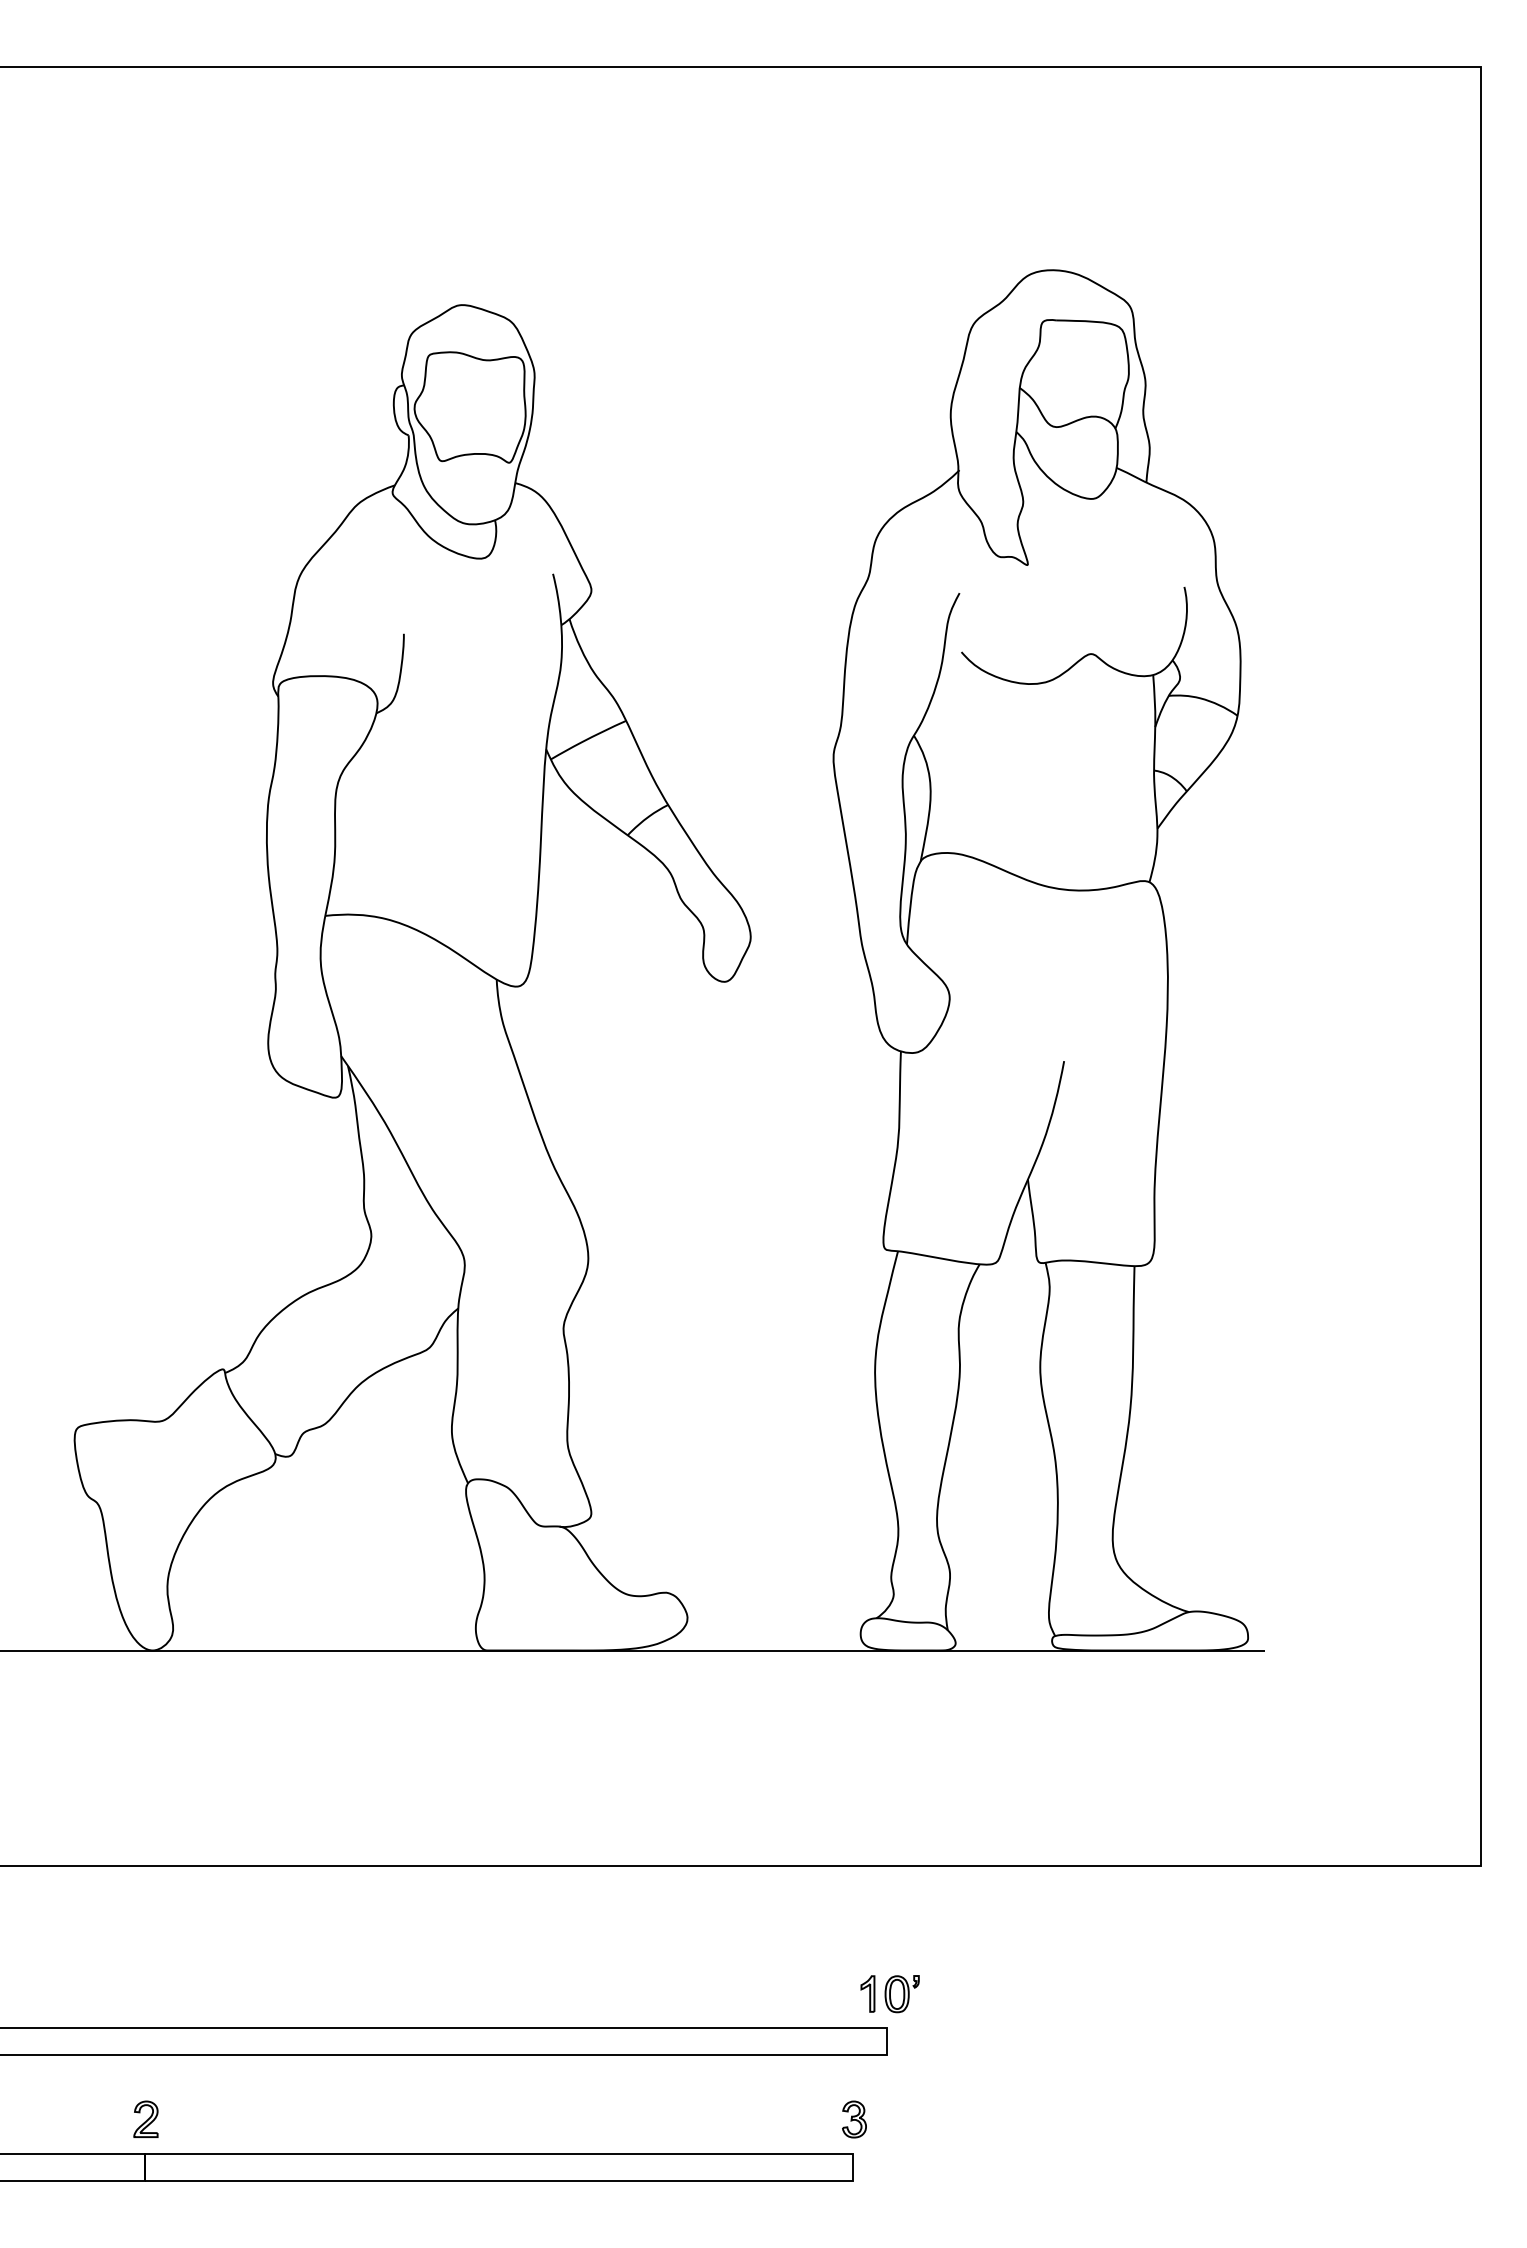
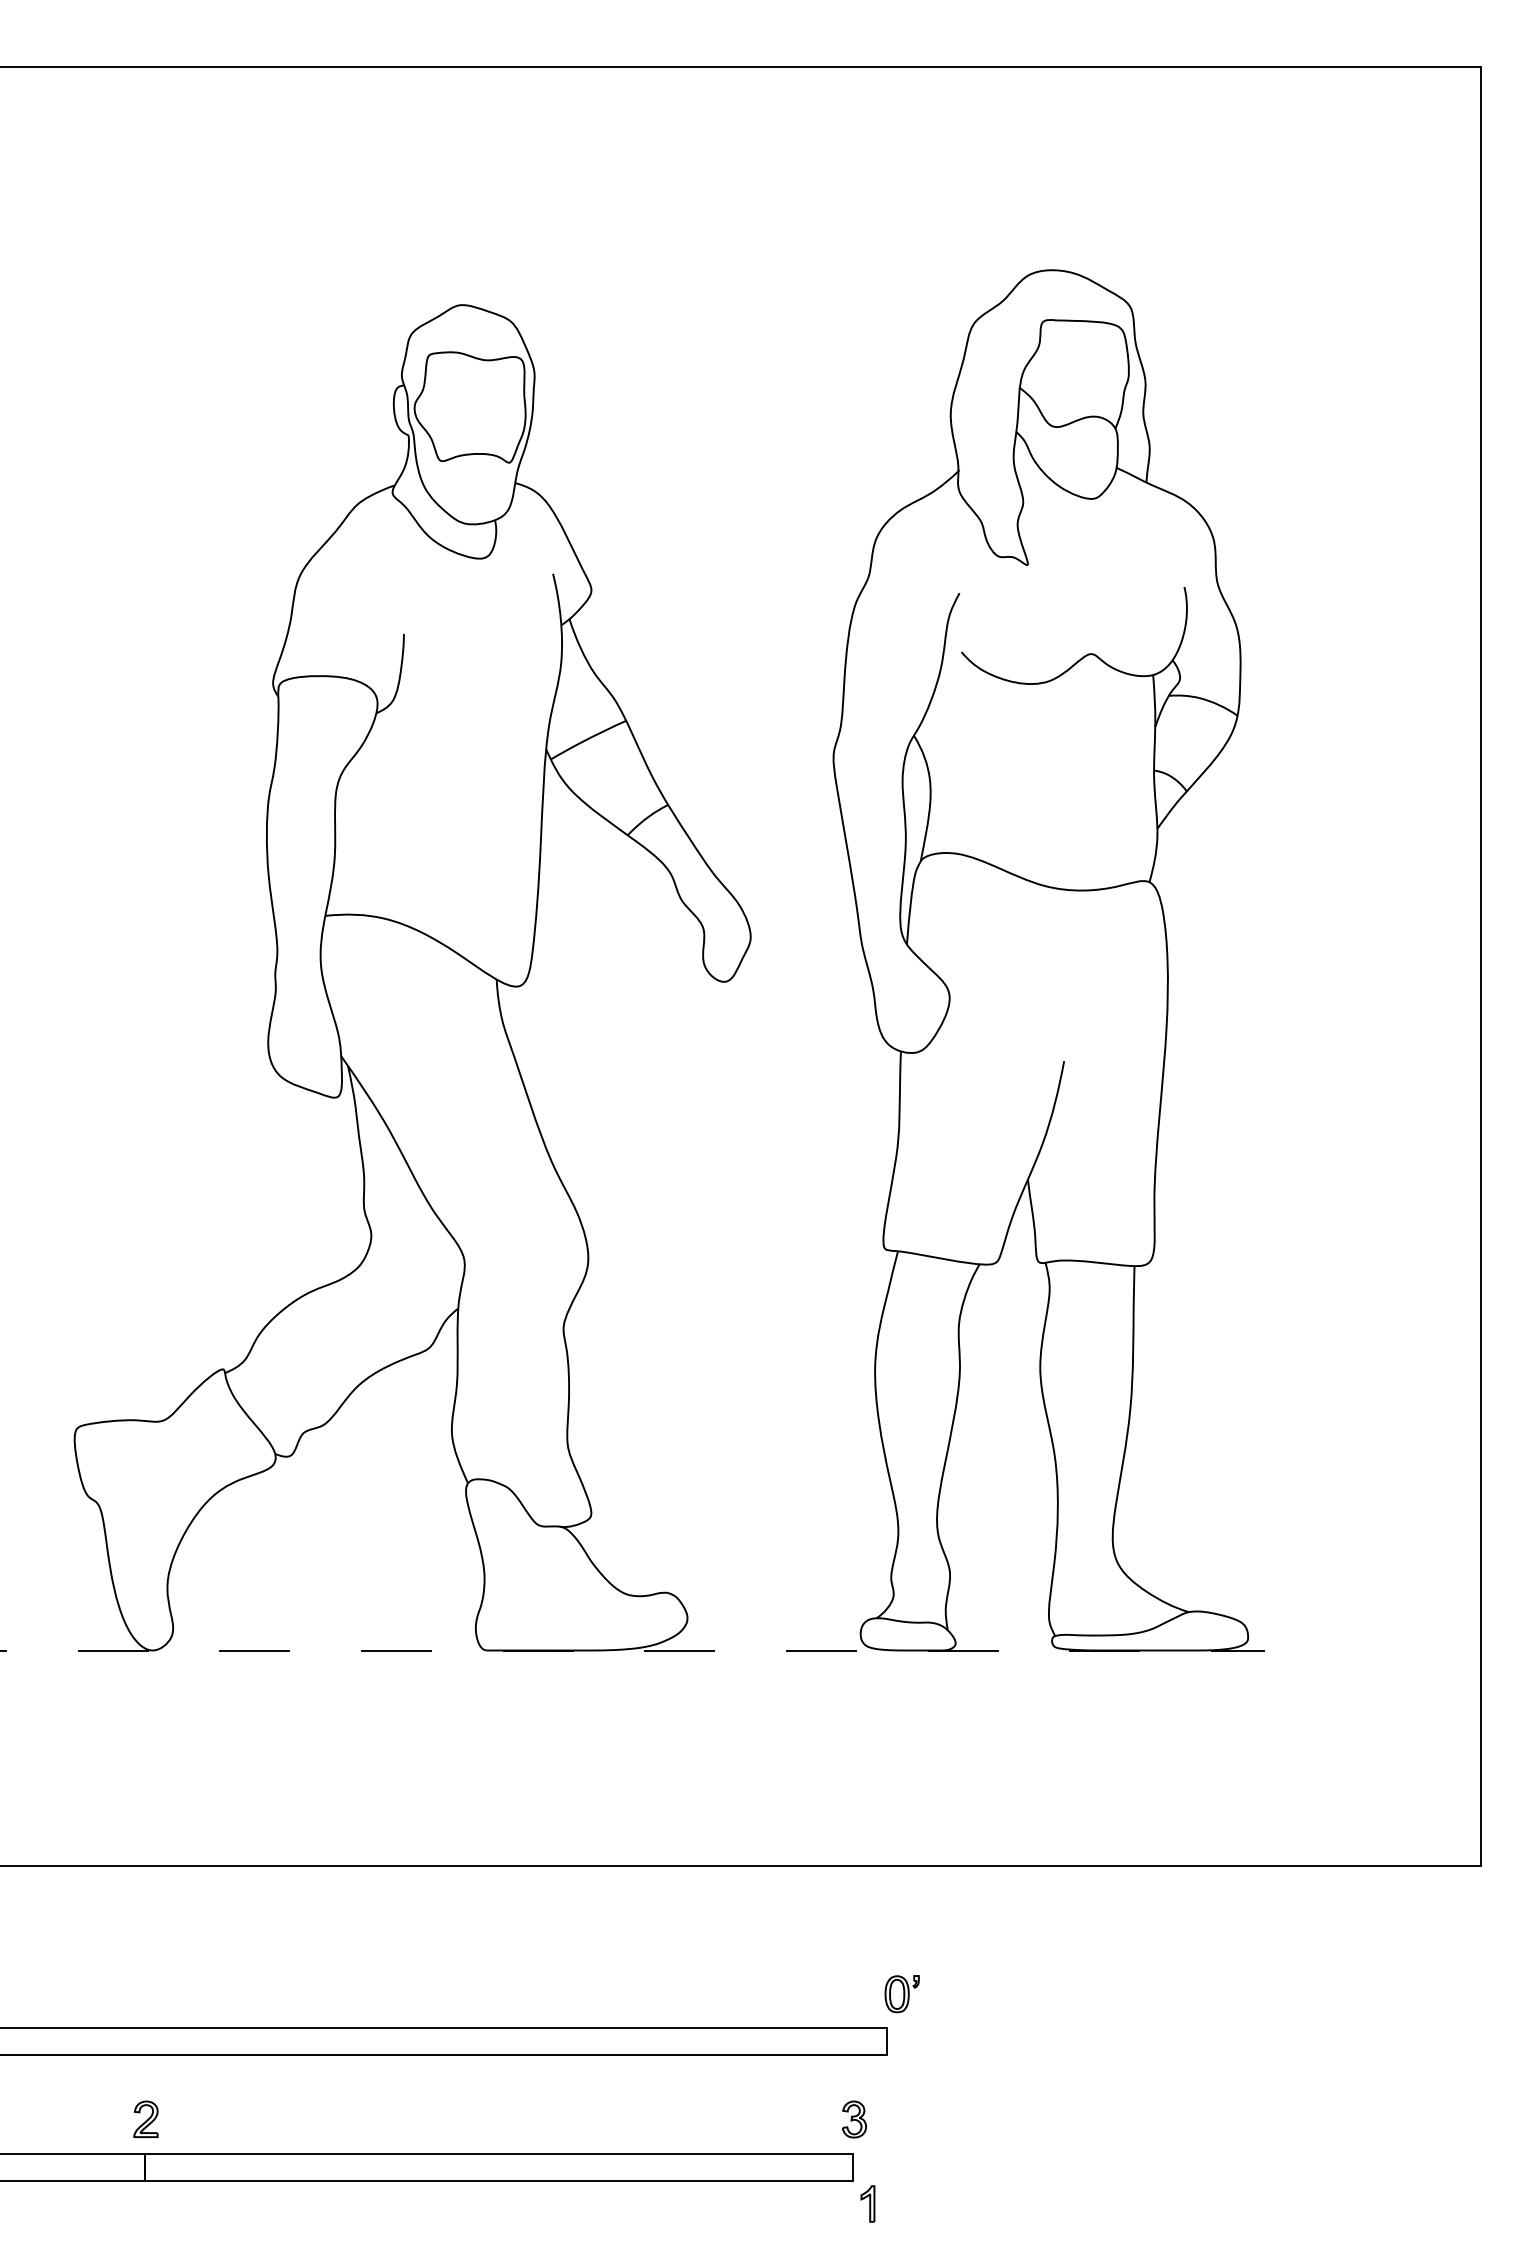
line at (633, 1650): solid -> dashed
part at (867, 1993) position: (867, 1993) -> (867, 2203)
